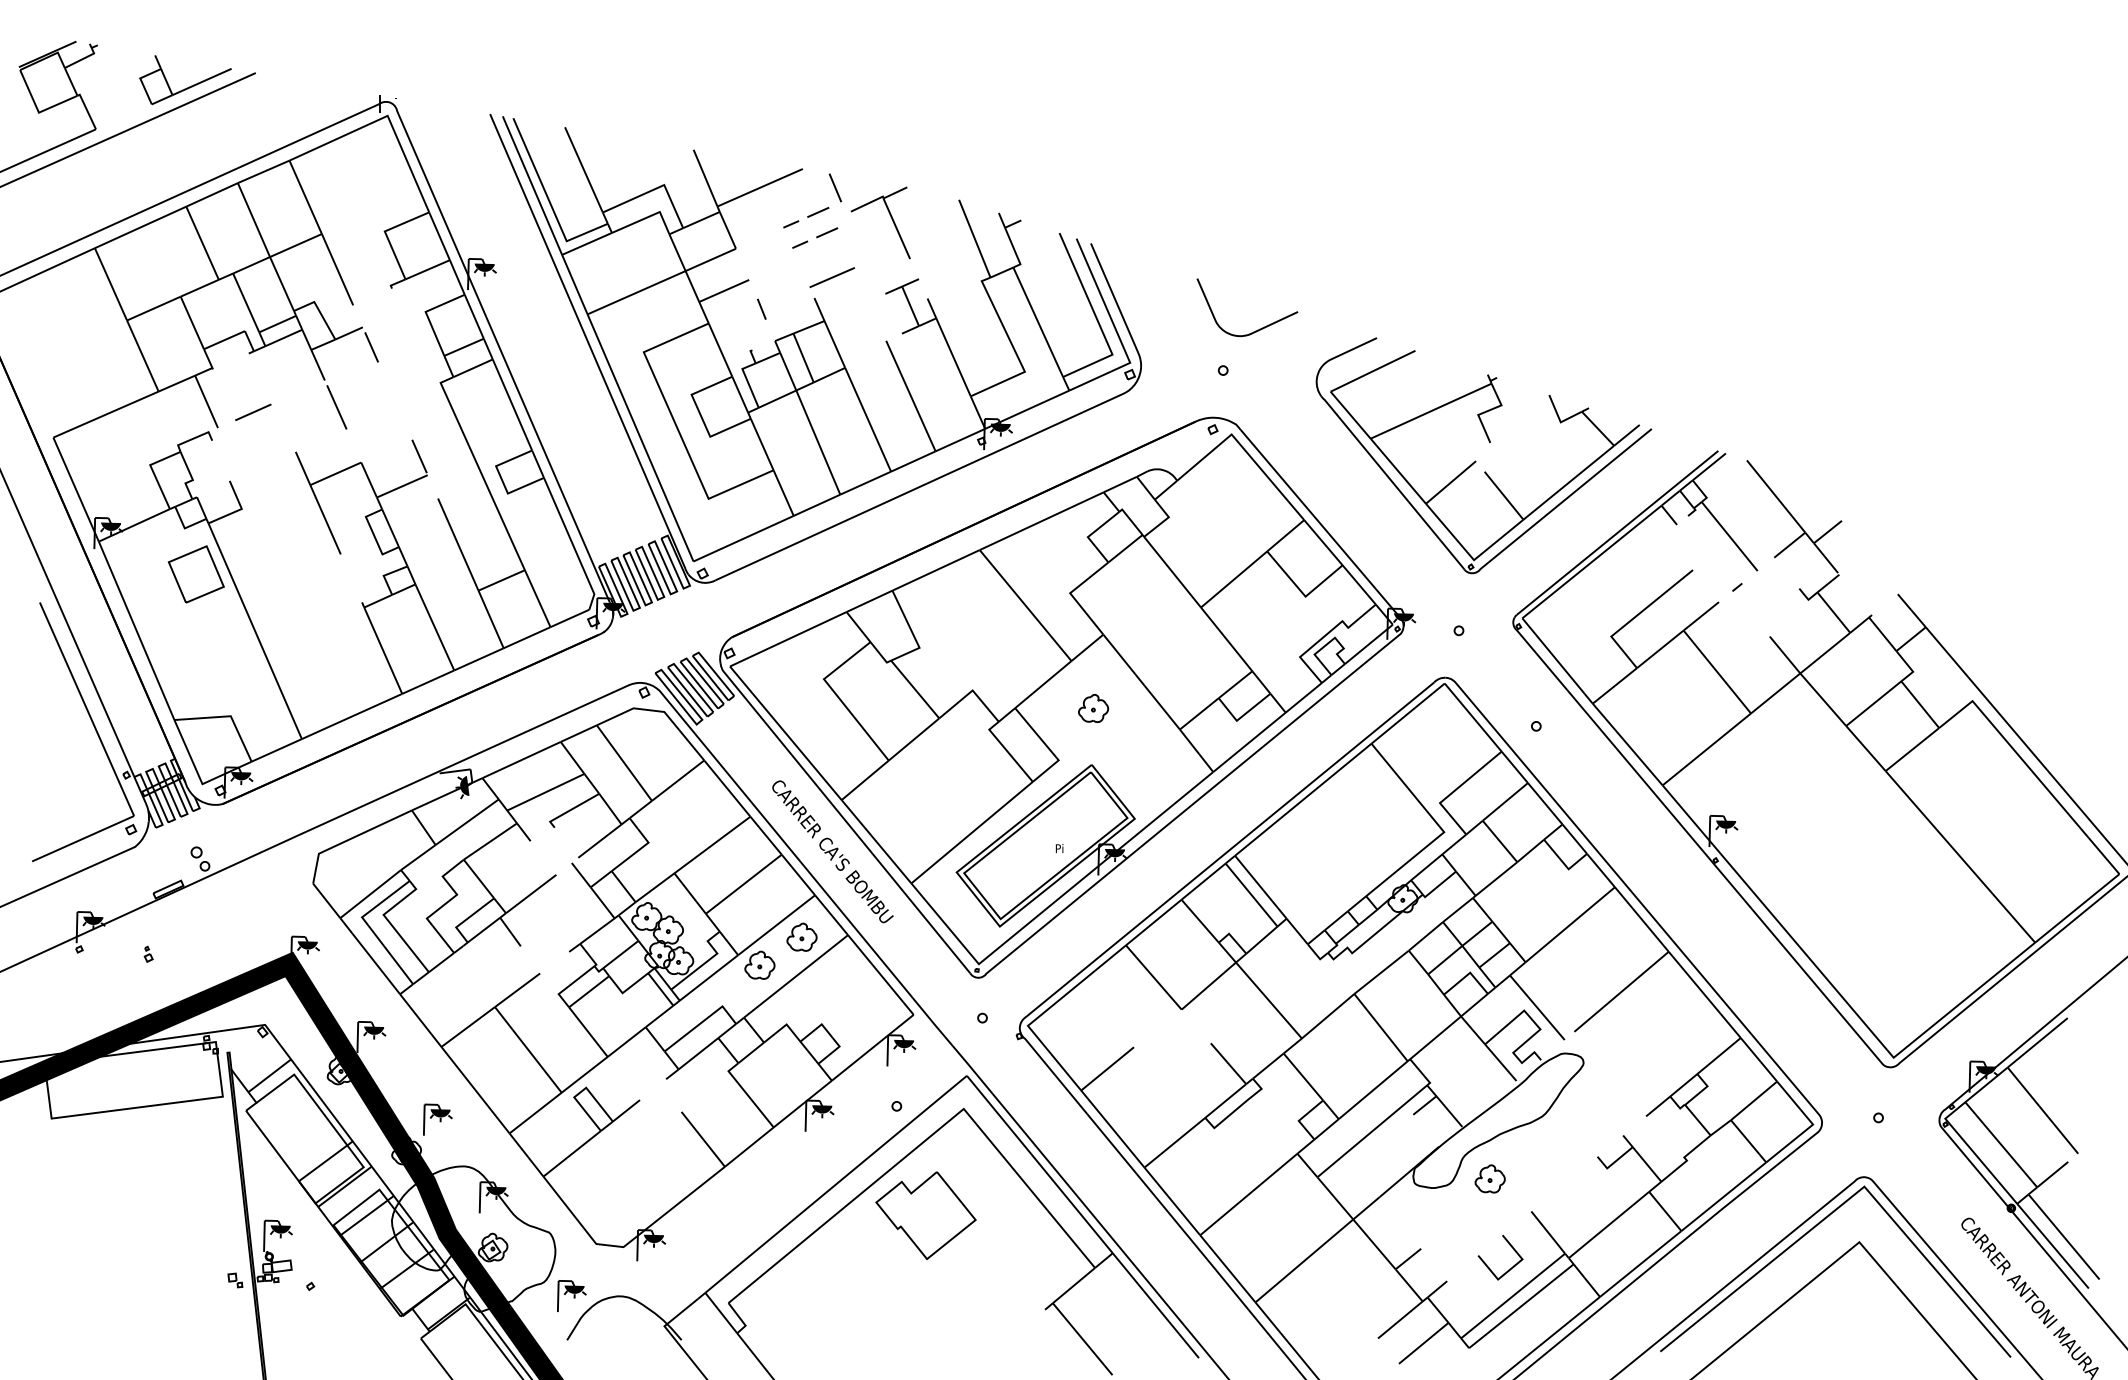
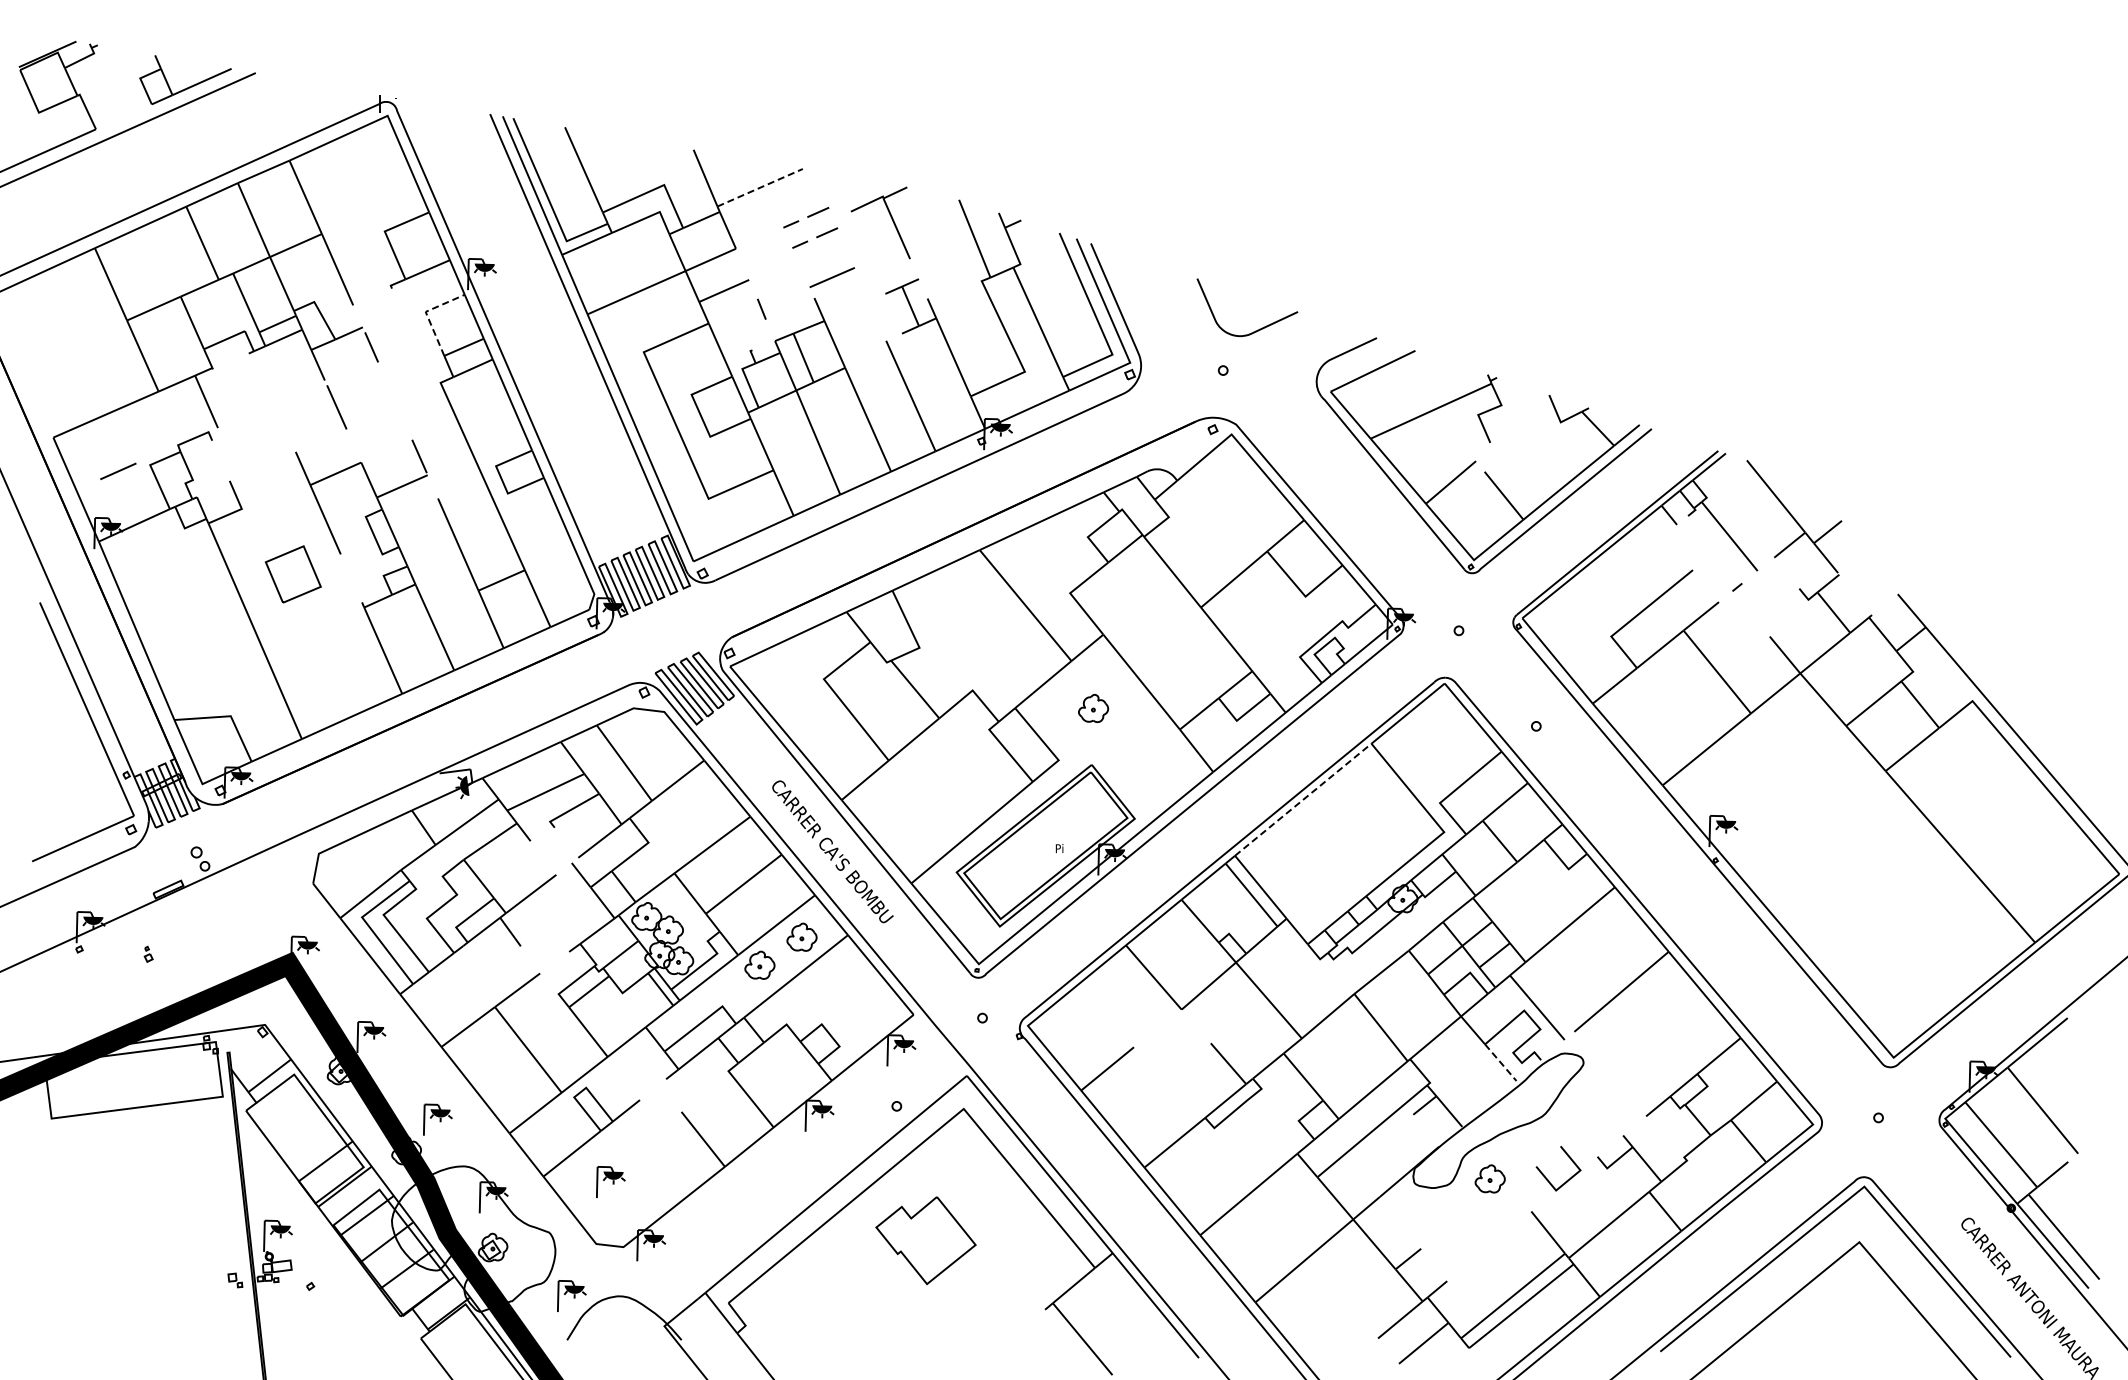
line at (760, 187): solid -> dashed
line at (834, 187): present -> none
line at (426, 313): solid -> dashed
line at (253, 411) position: (253, 411) -> (118, 470)
part at (195, 574) position: (195, 574) -> (292, 574)
line at (1303, 799): solid -> dashed
line at (1501, 1063): solid -> dashed
part at (610, 1181): none -> present
part at (925, 1215) position: (925, 1215) -> (925, 1240)
line at (1509, 1268) position: (1509, 1268) -> (1567, 1179)
